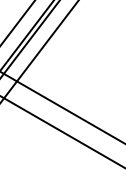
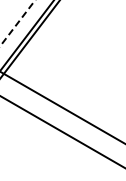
line at (17, 23): solid -> dashed
line at (39, 51): present -> none
